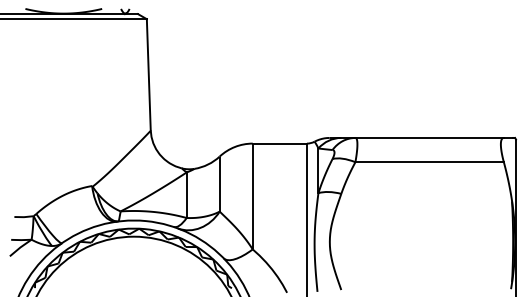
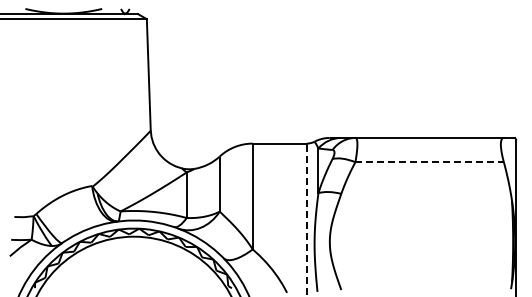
line at (430, 162): solid -> dashed
line at (306, 219): solid -> dashed
